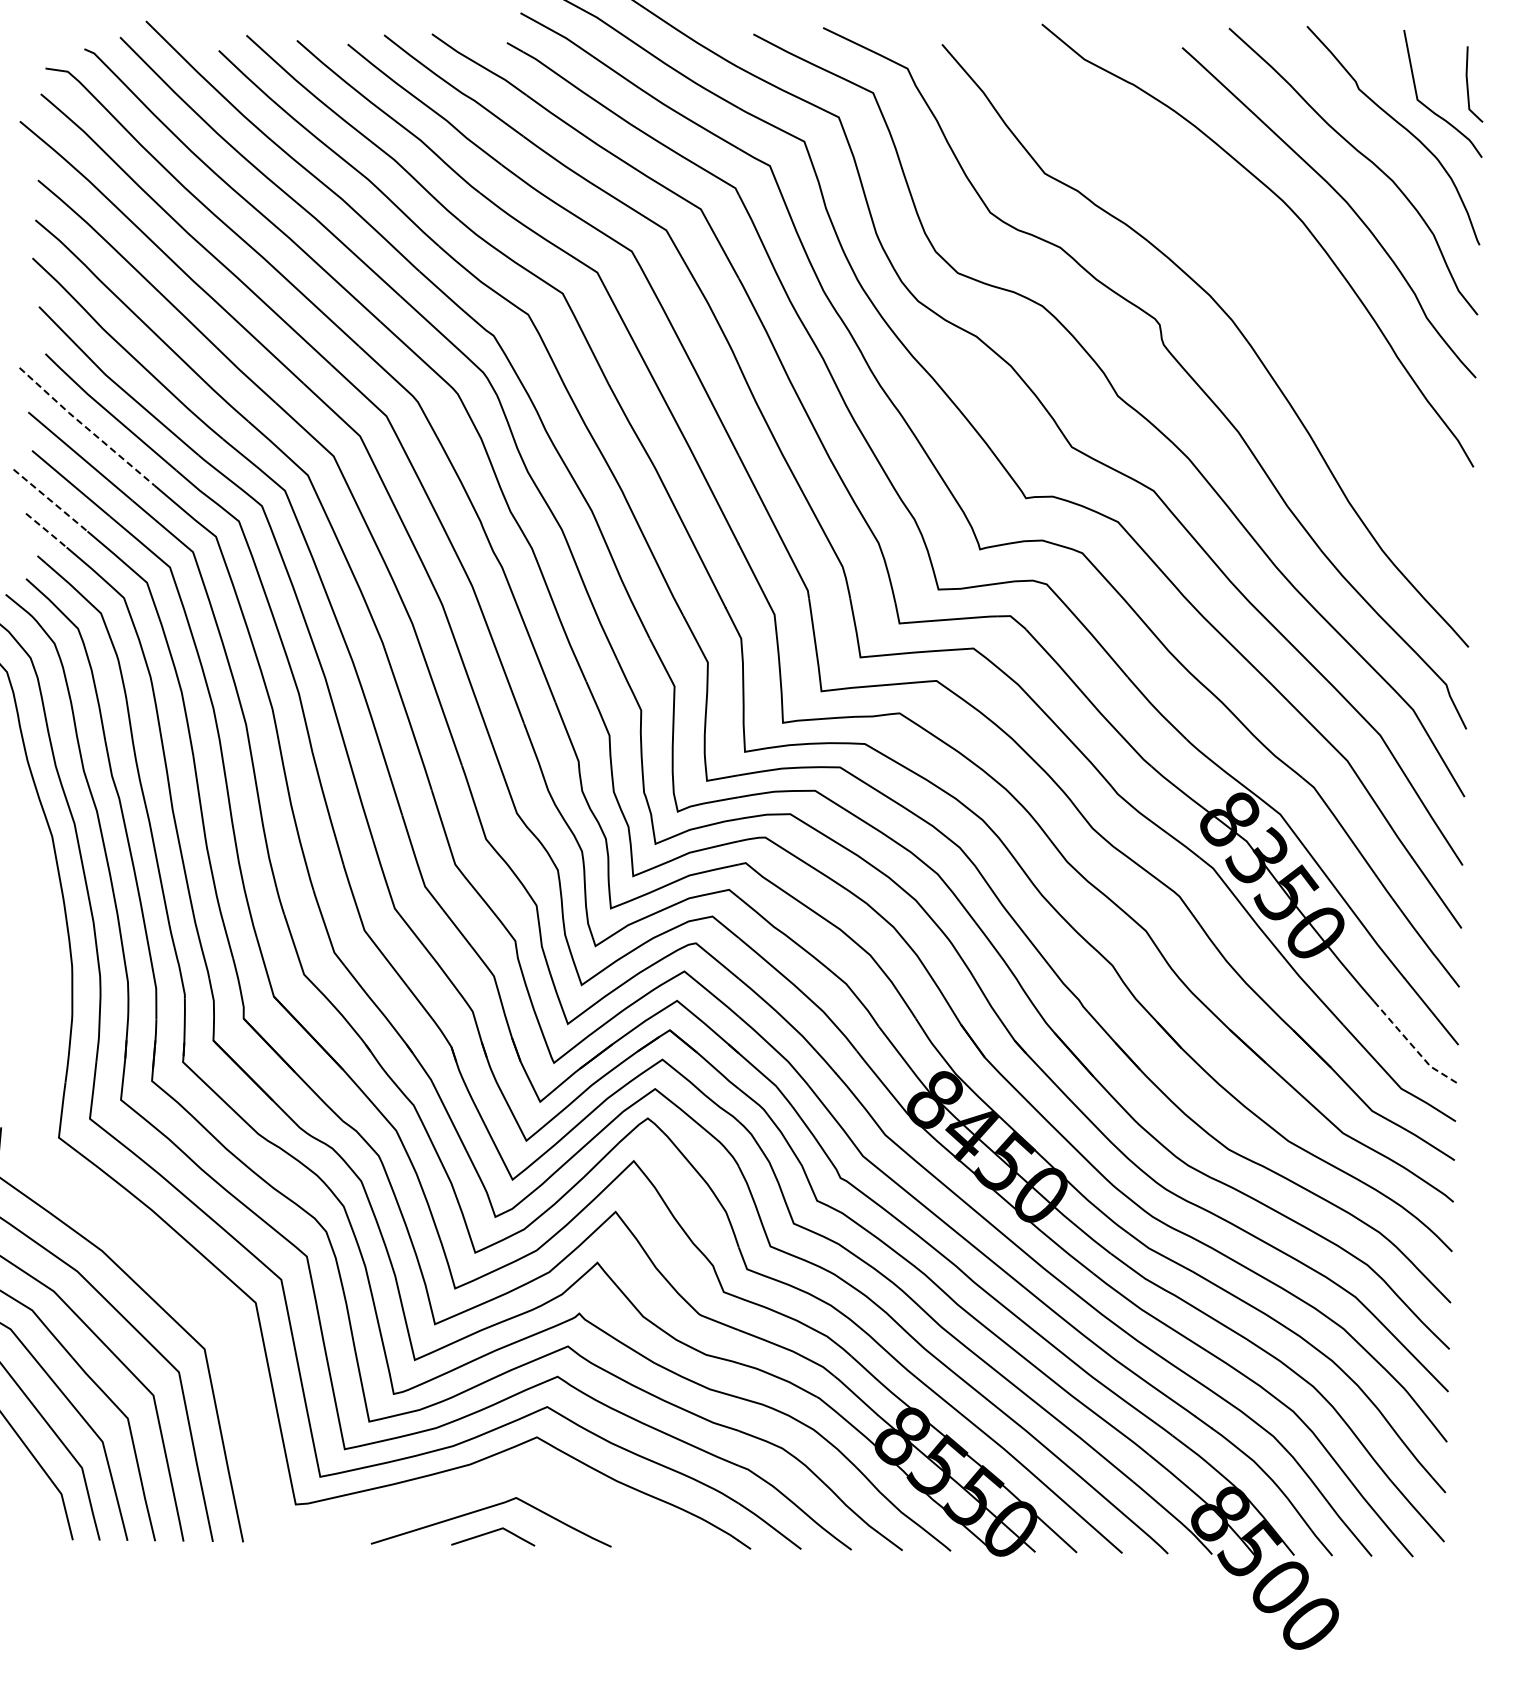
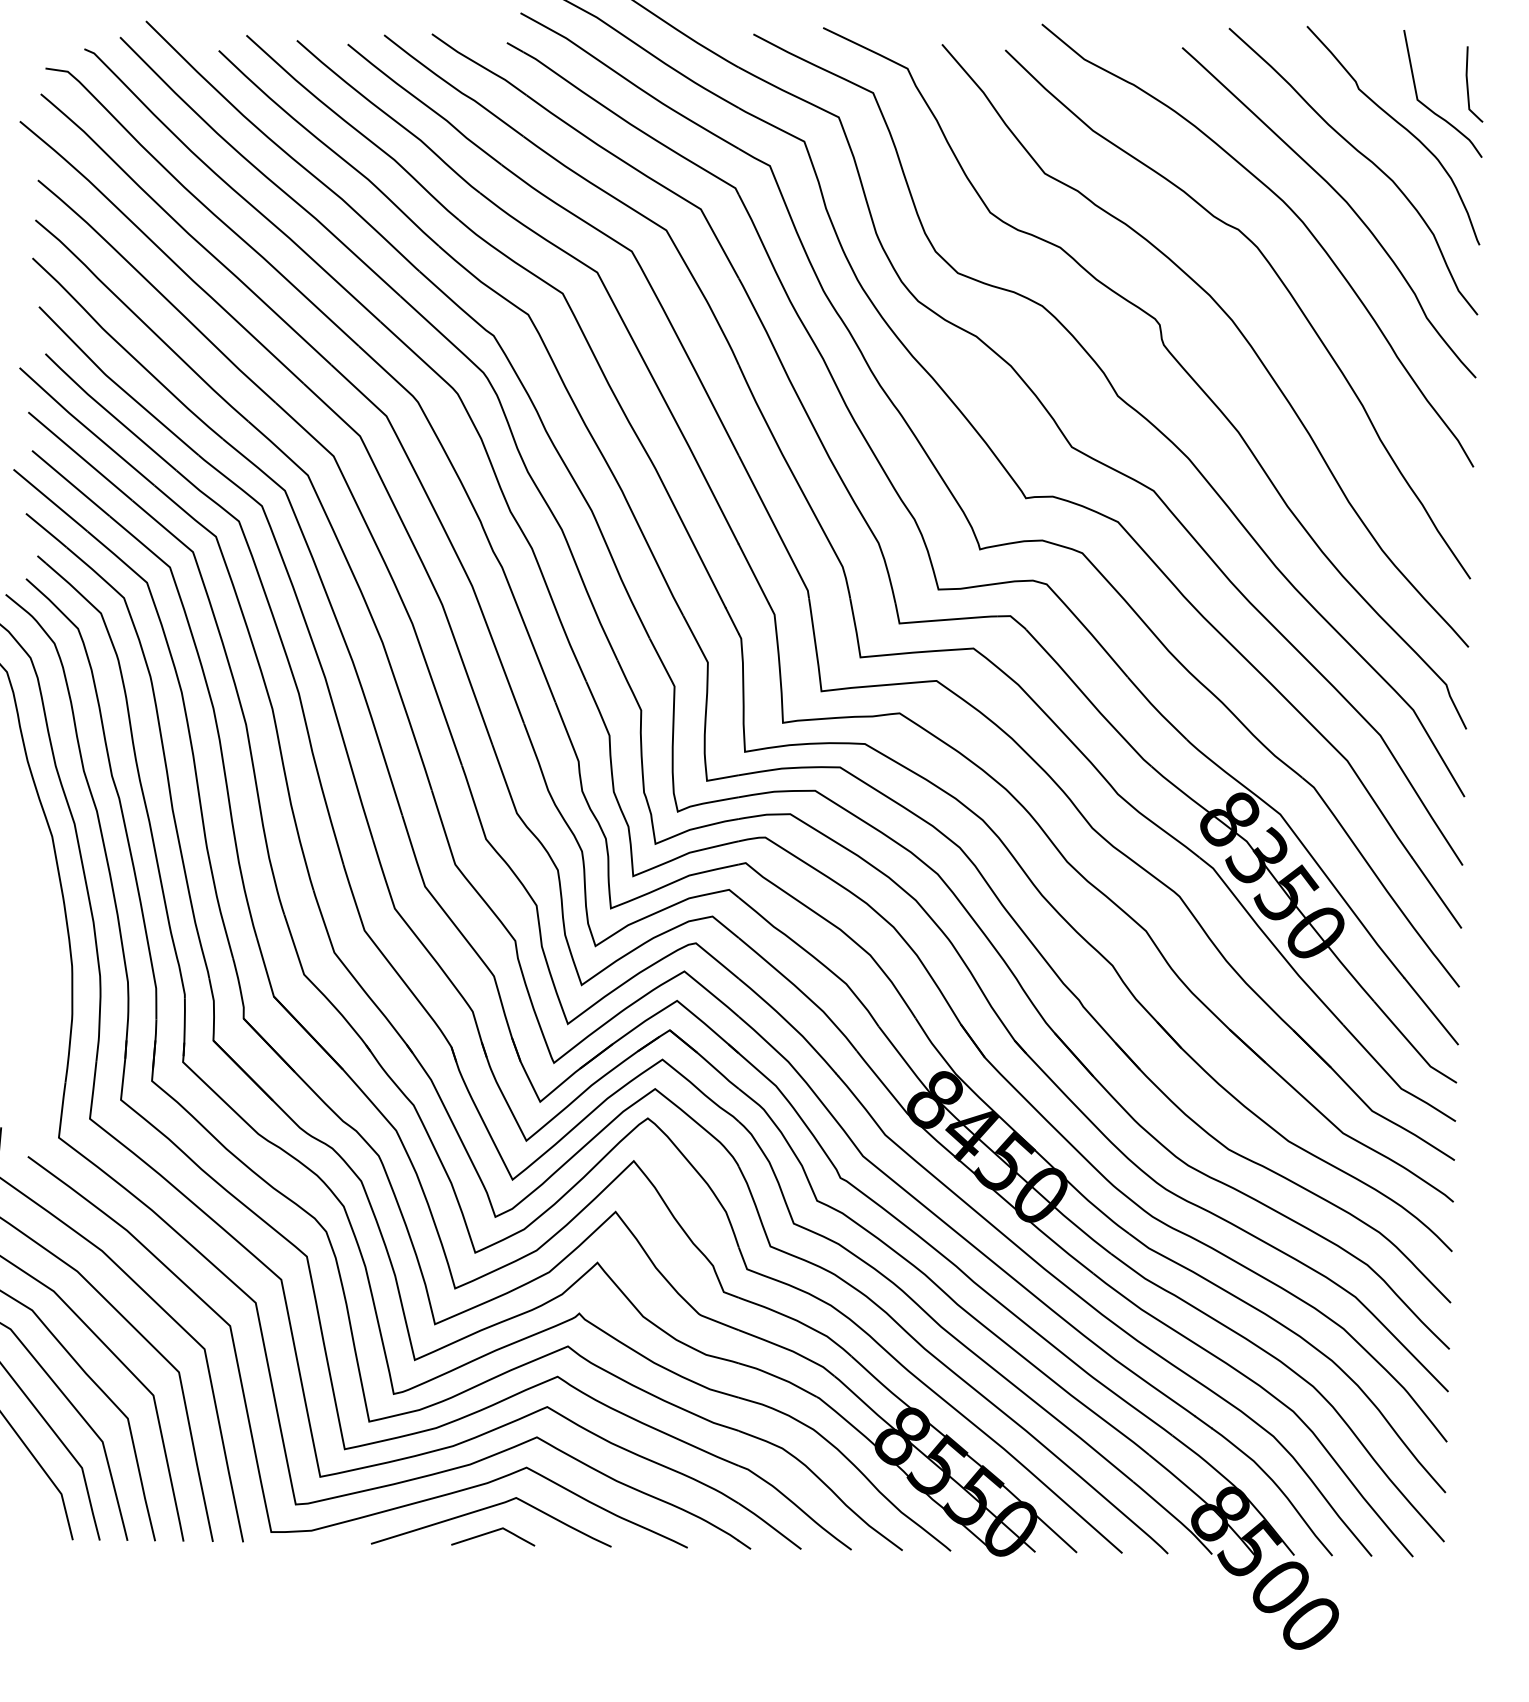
curve at (1282, 284): none -> present
line at (85, 427): dashed -> solid
line at (51, 501): dashed -> solid
line at (47, 531): dashed -> solid
line at (1412, 1045): dashed -> solid
curve at (241, 1376): none -> present
